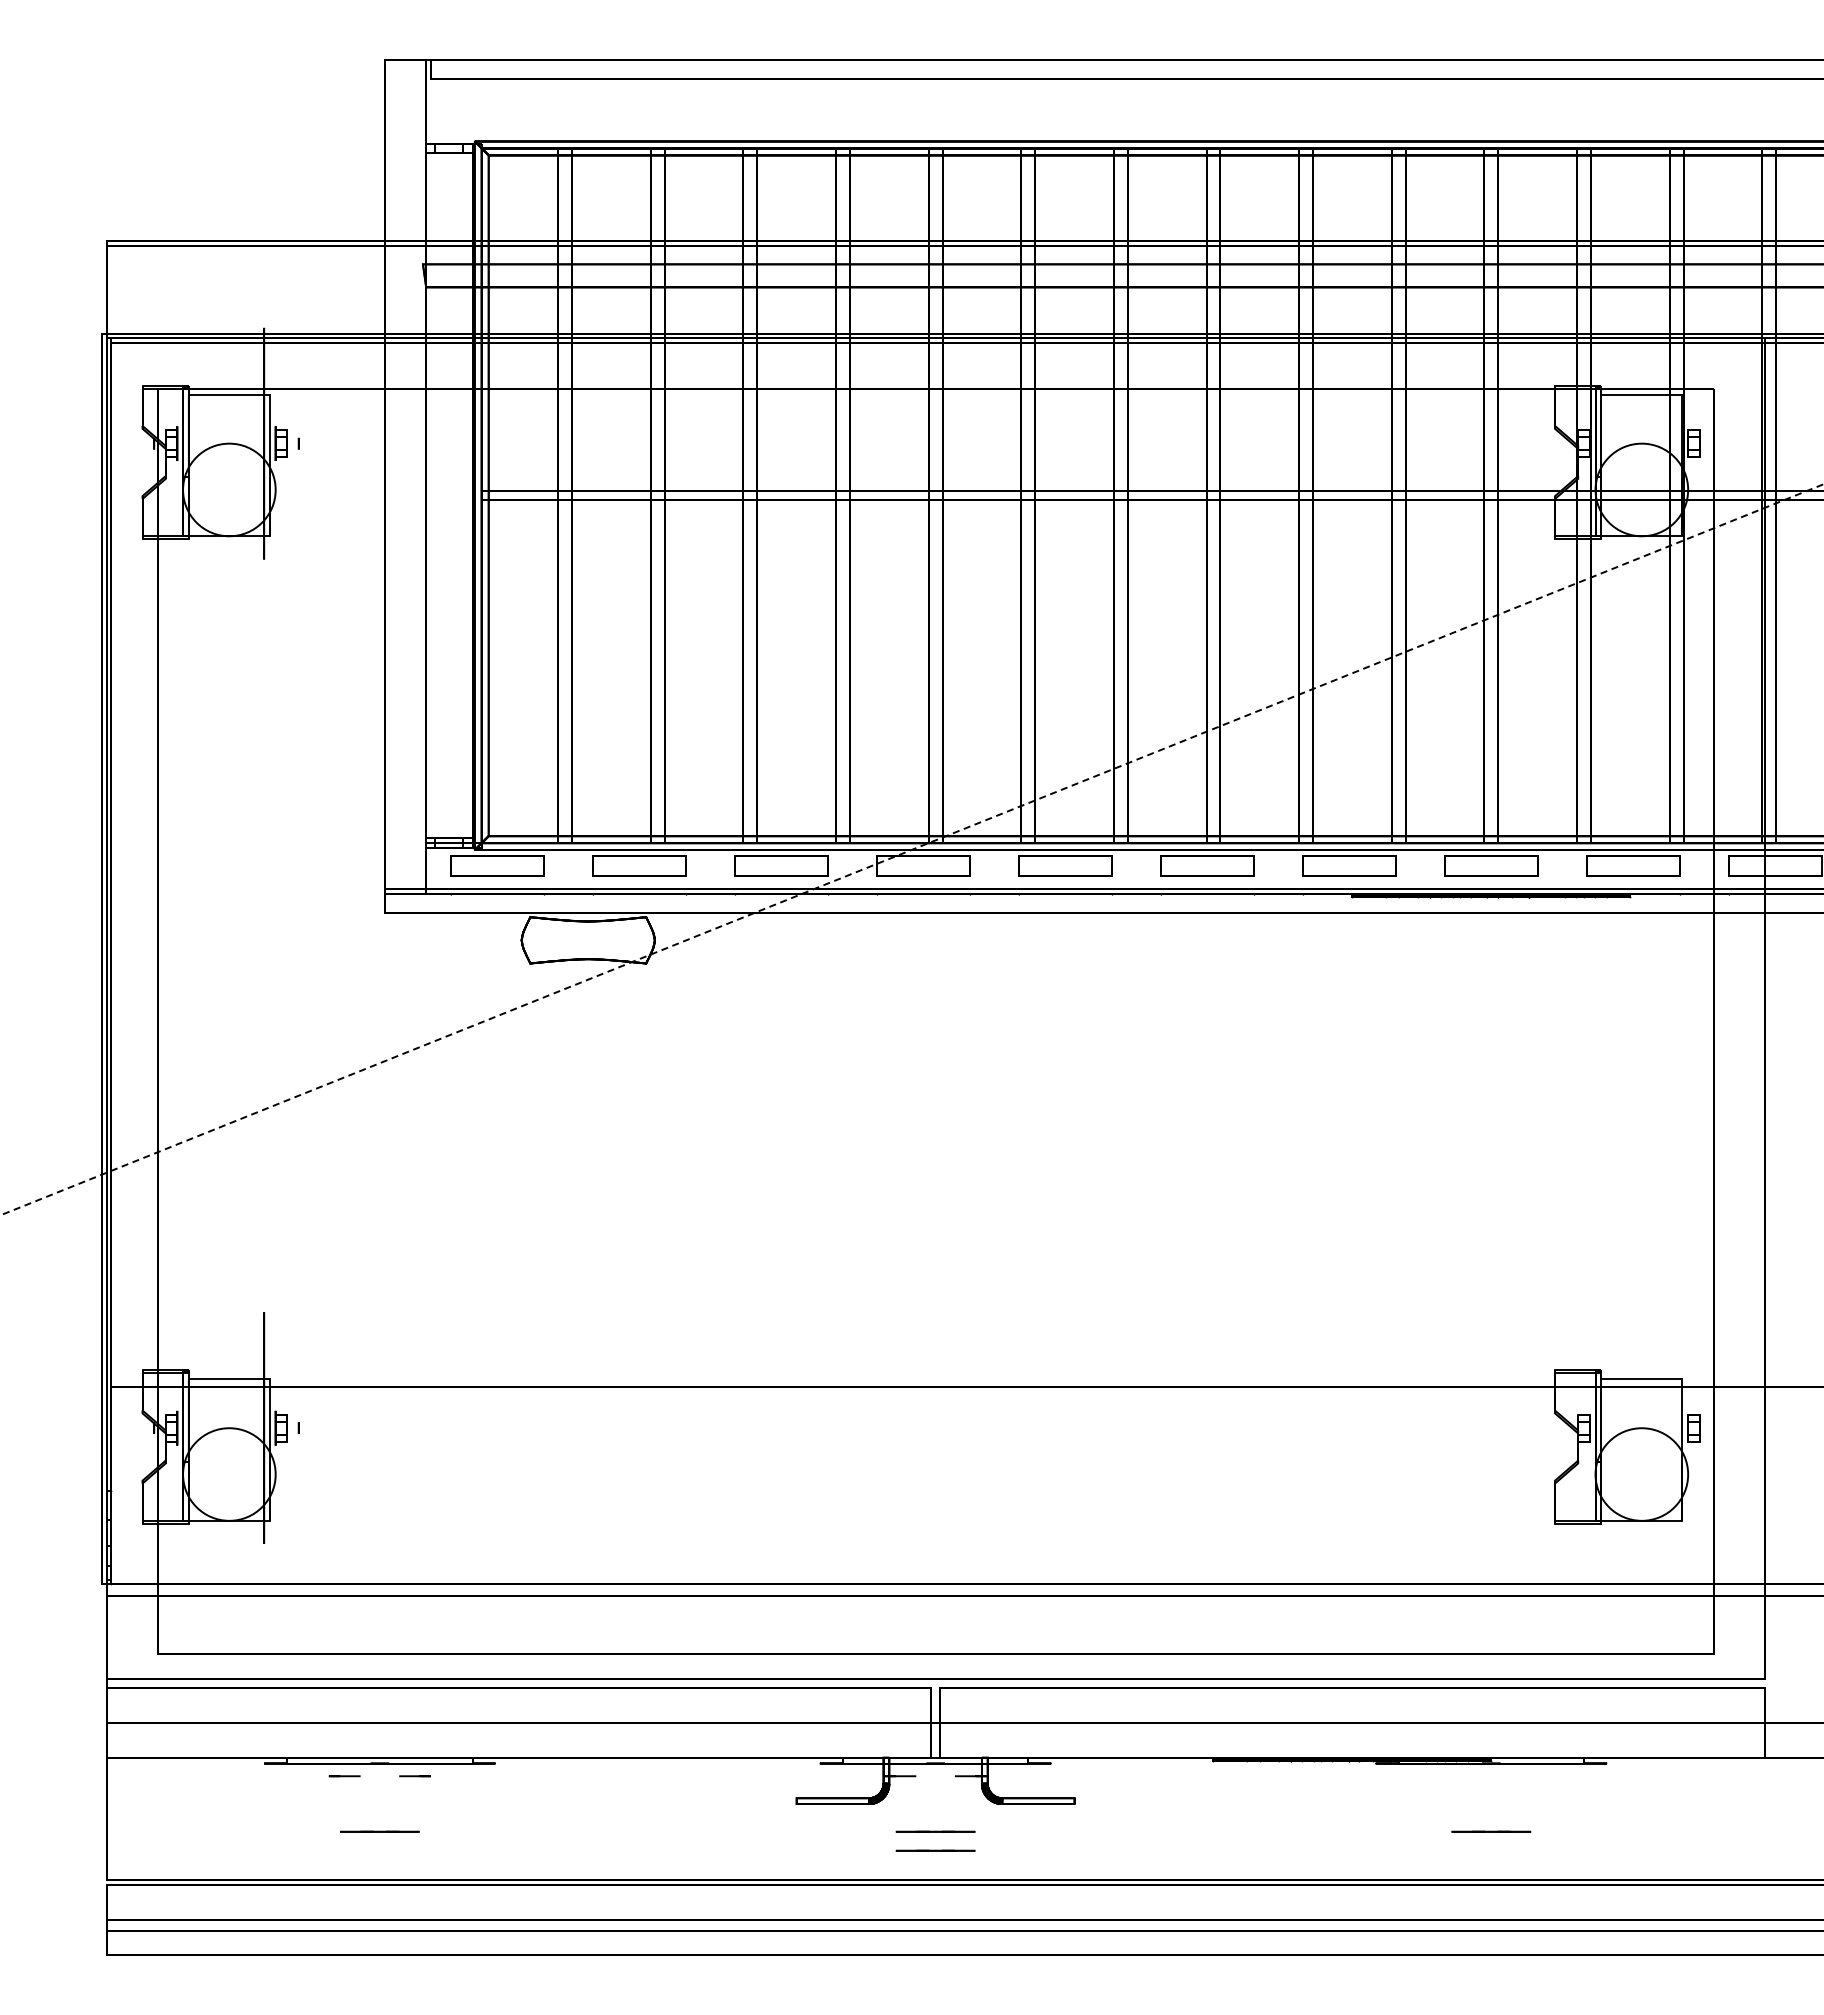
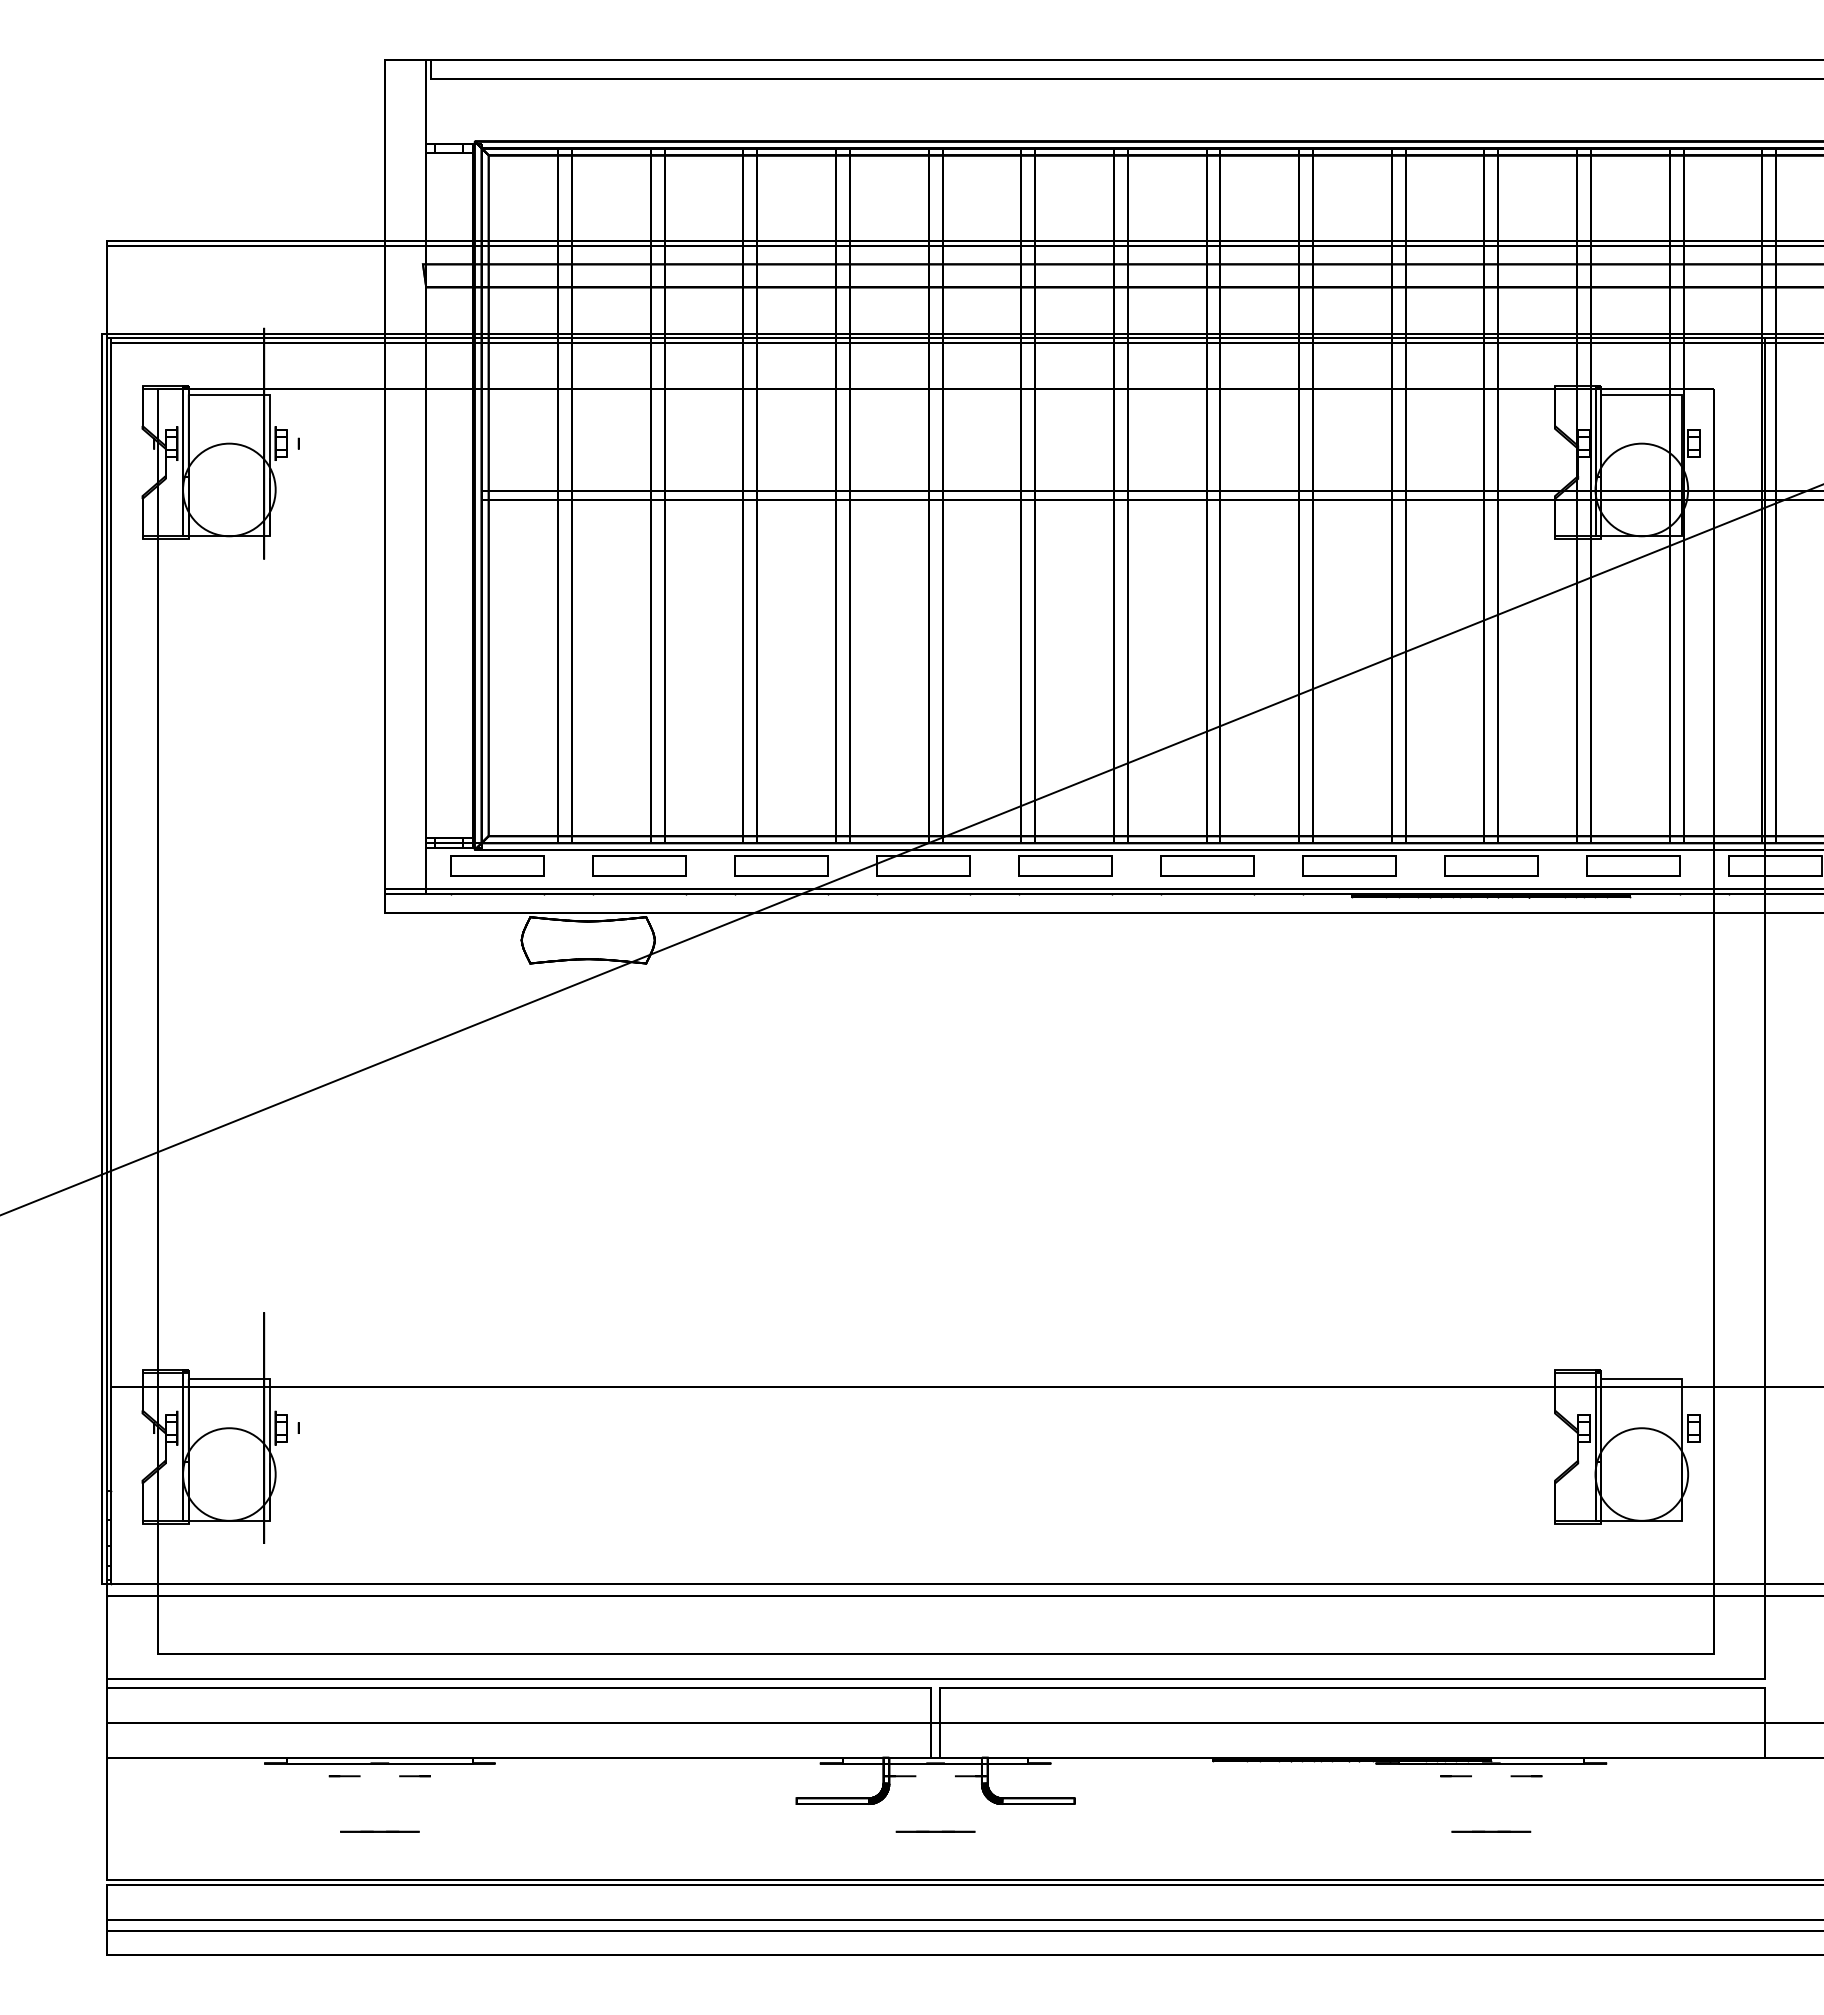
line at (912, 849): dashed -> solid
line at (1455, 1776): none -> present
line at (1526, 1776): none -> present
line at (935, 1850): present -> none
